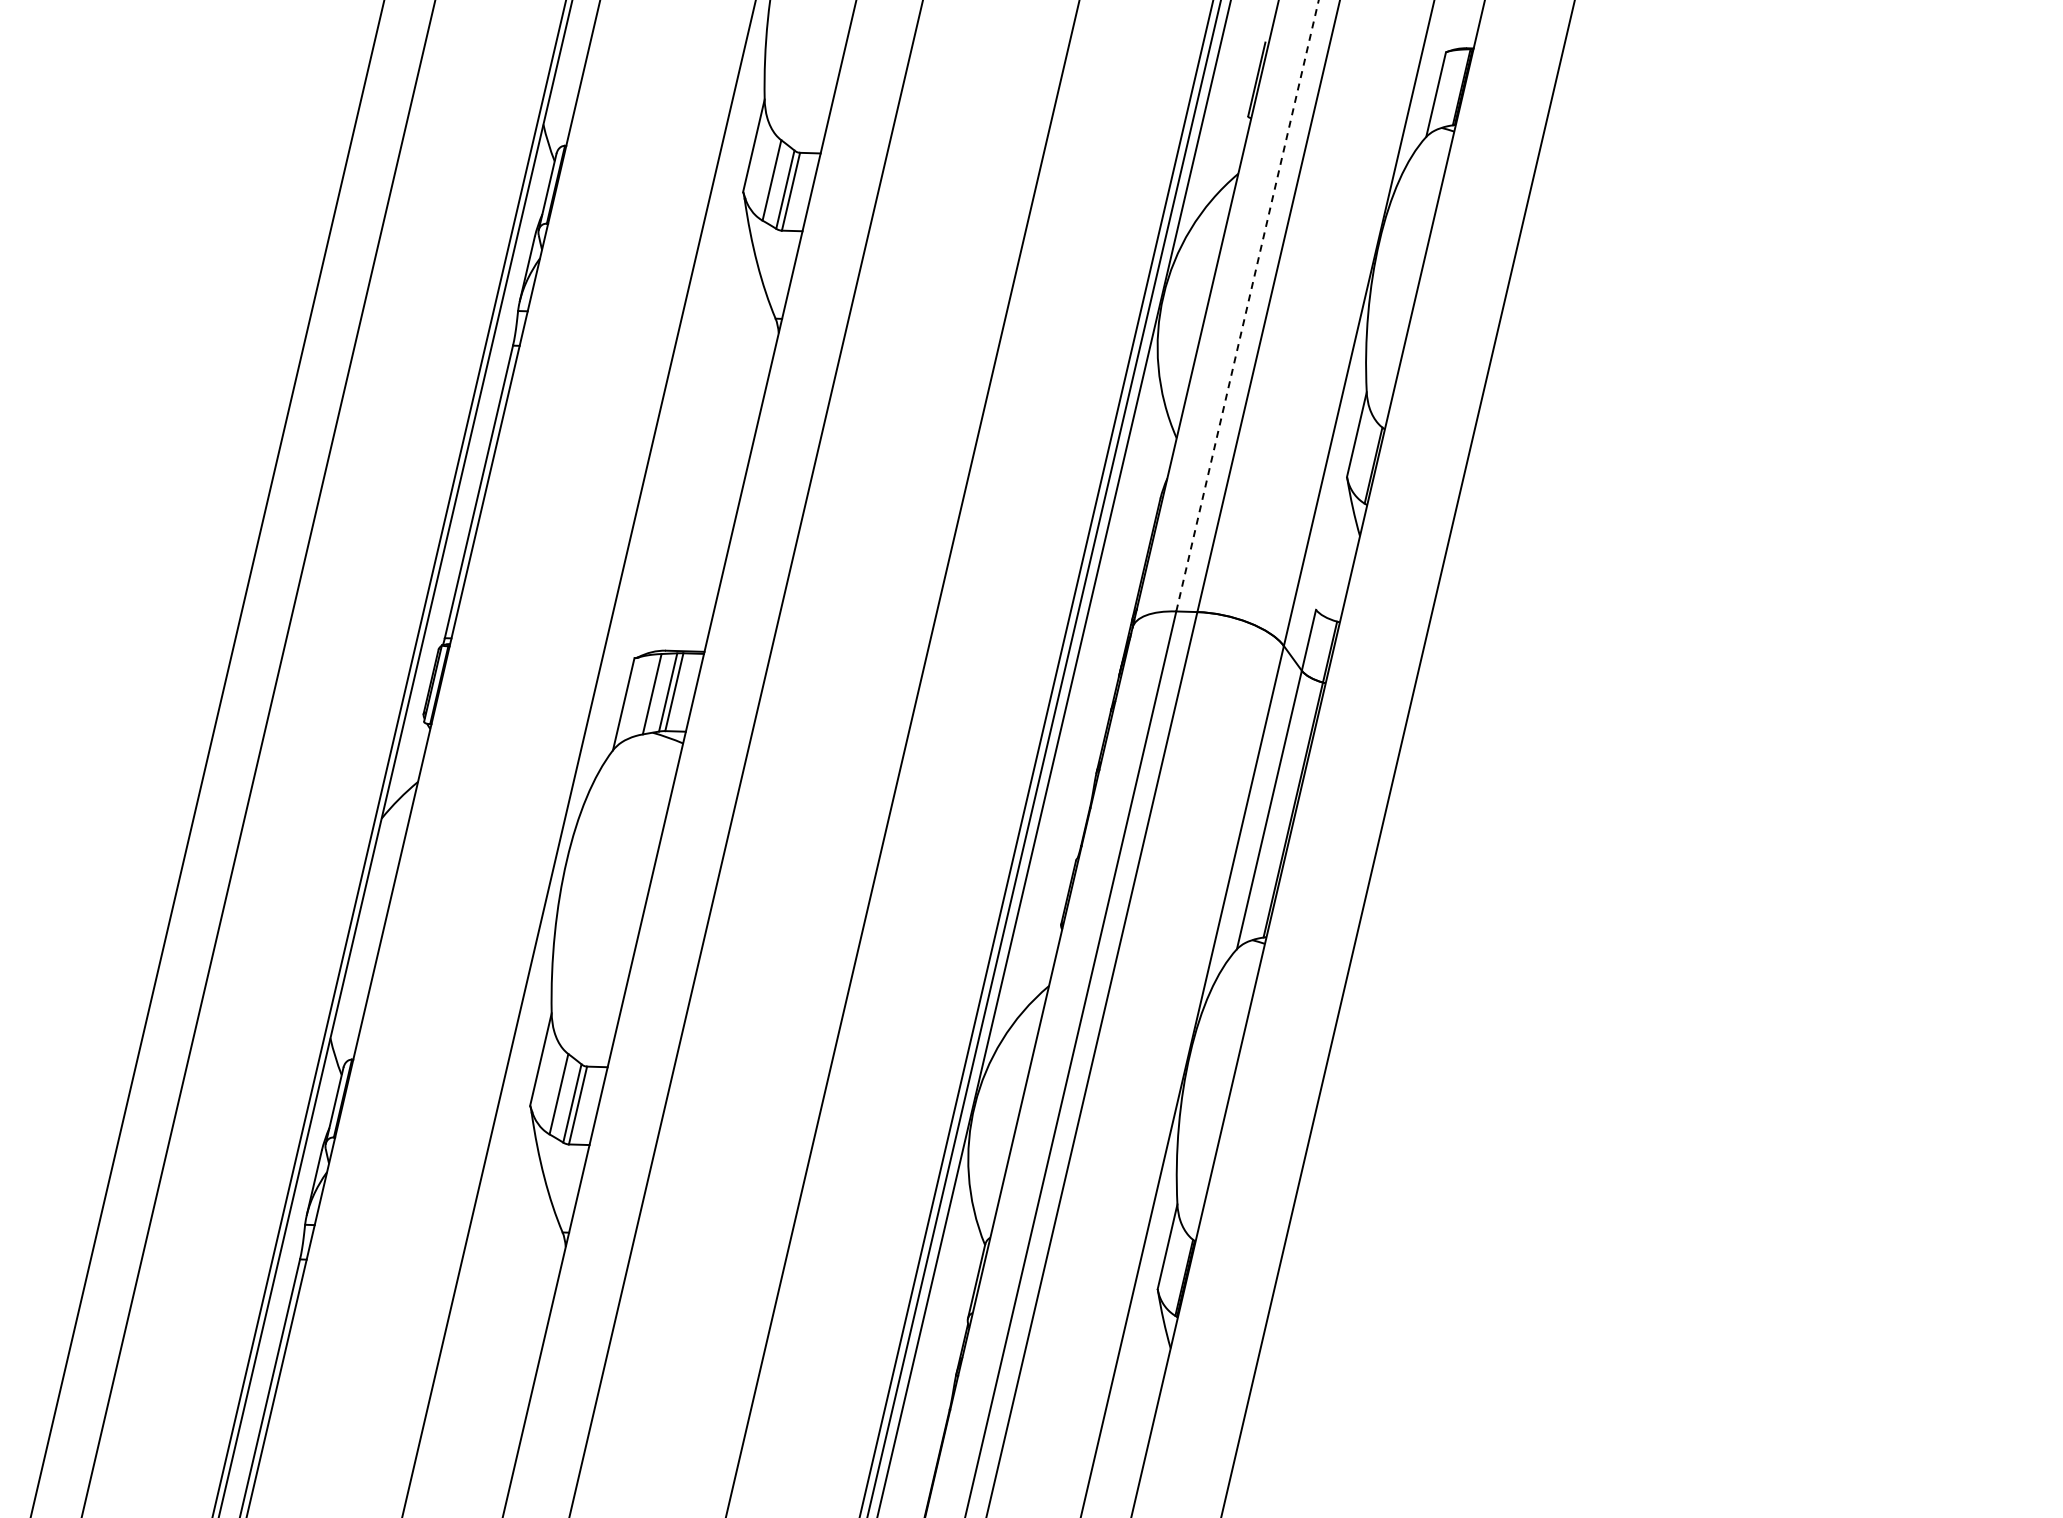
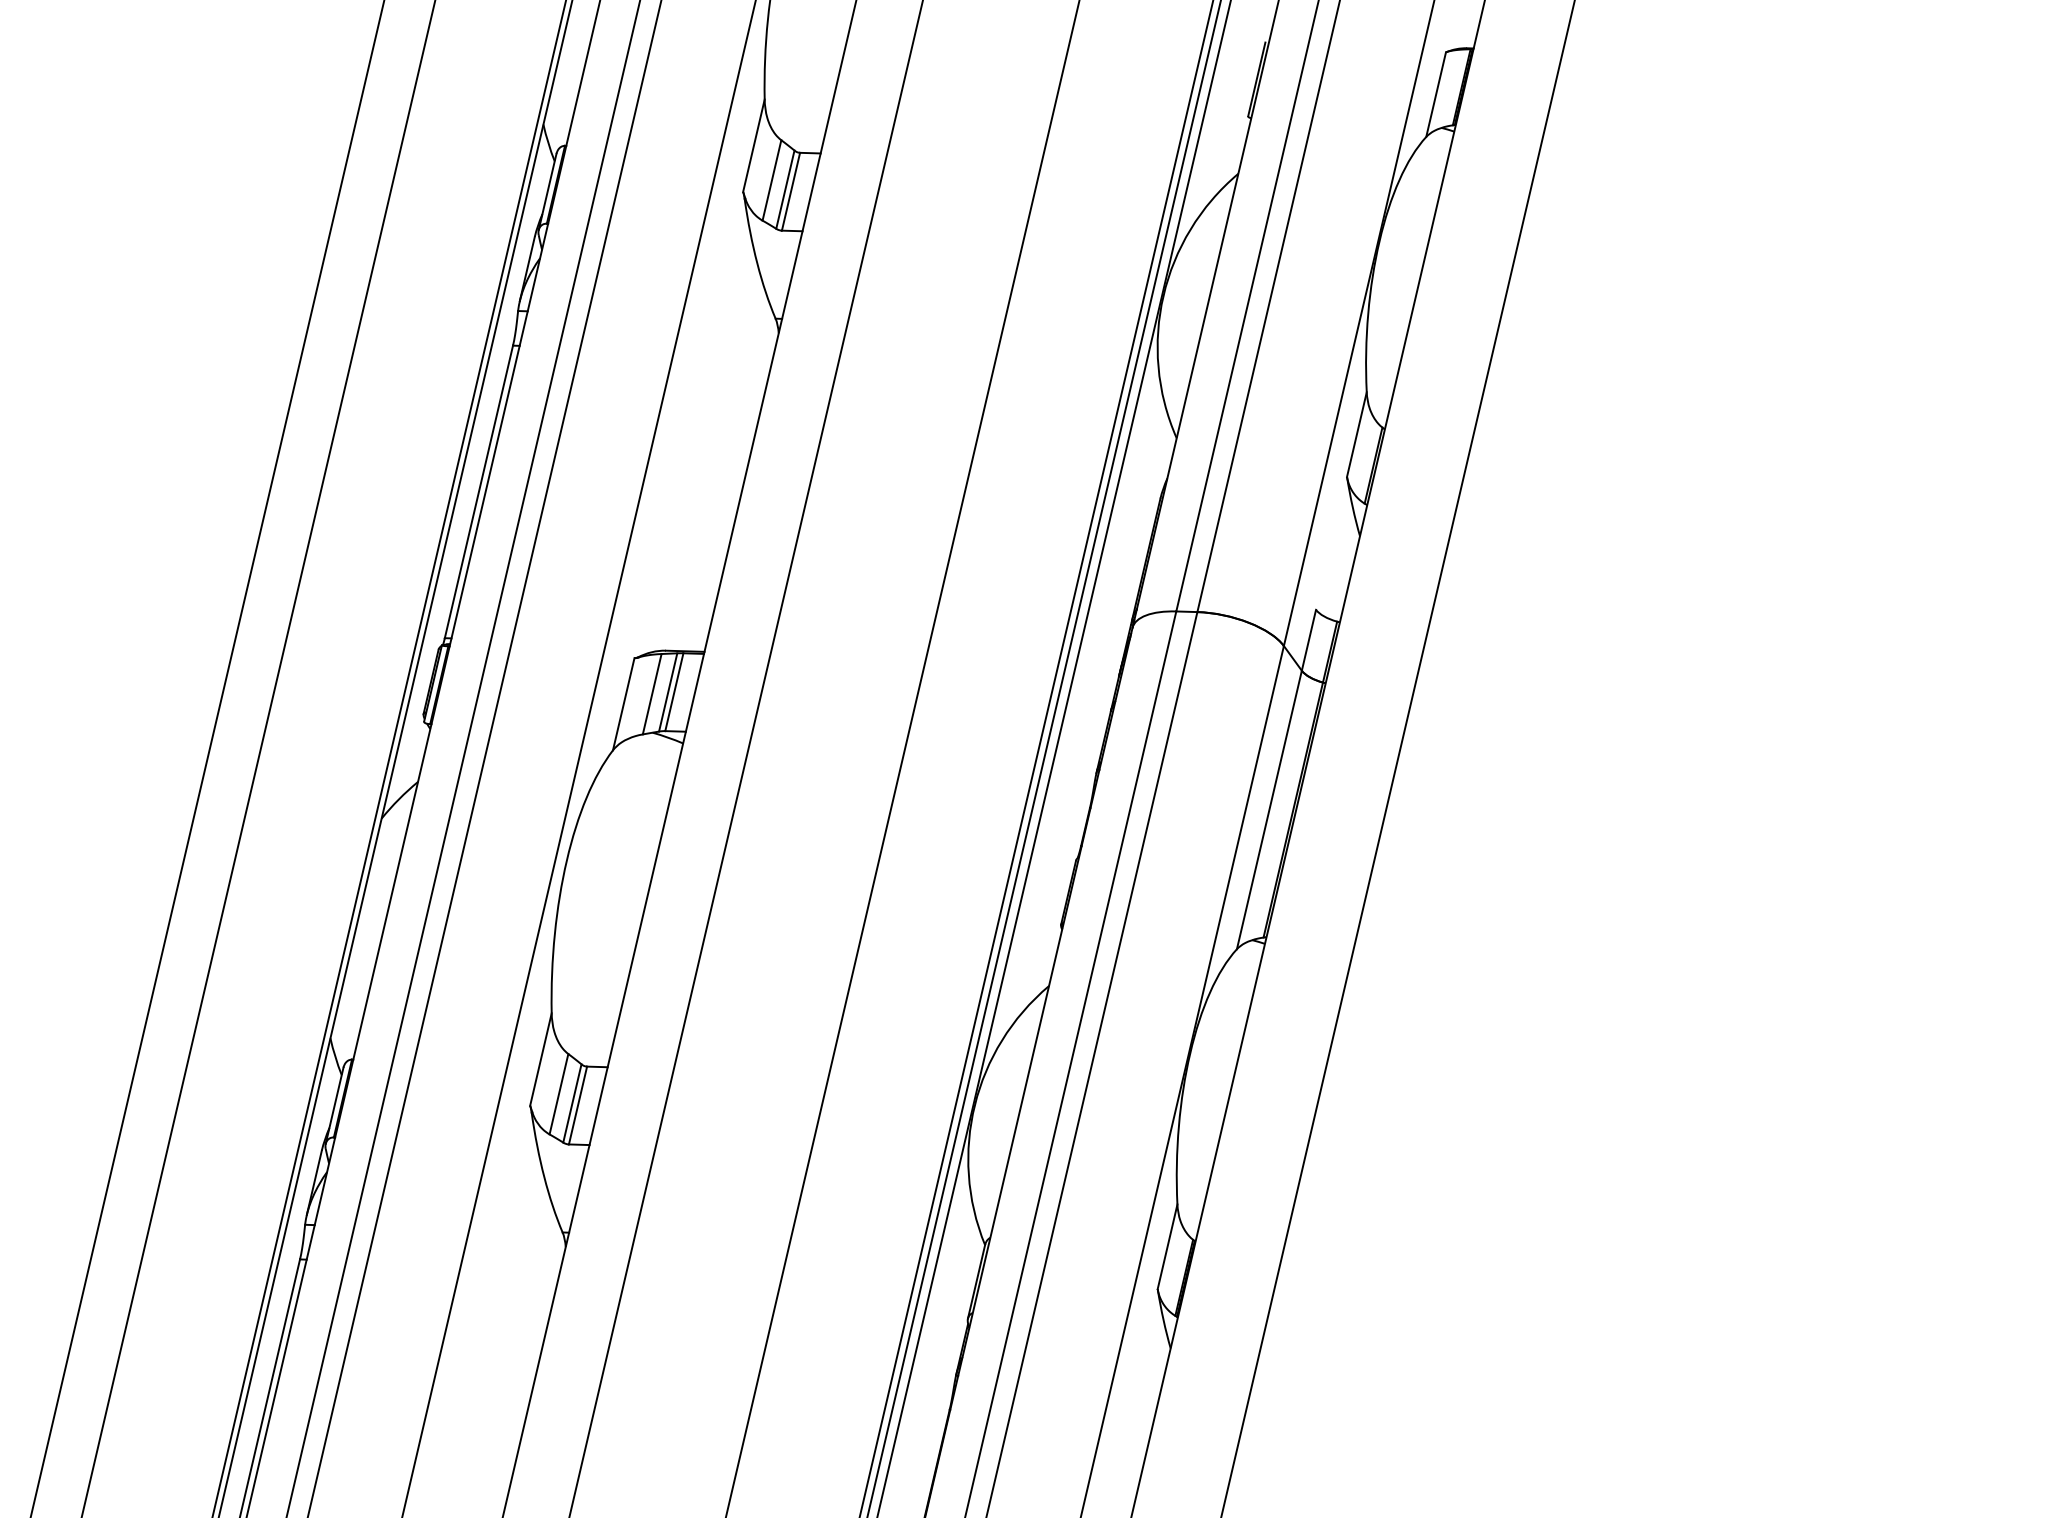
line at (1247, 305): dashed -> solid
line at (463, 758): none -> present
line at (484, 758): none -> present
